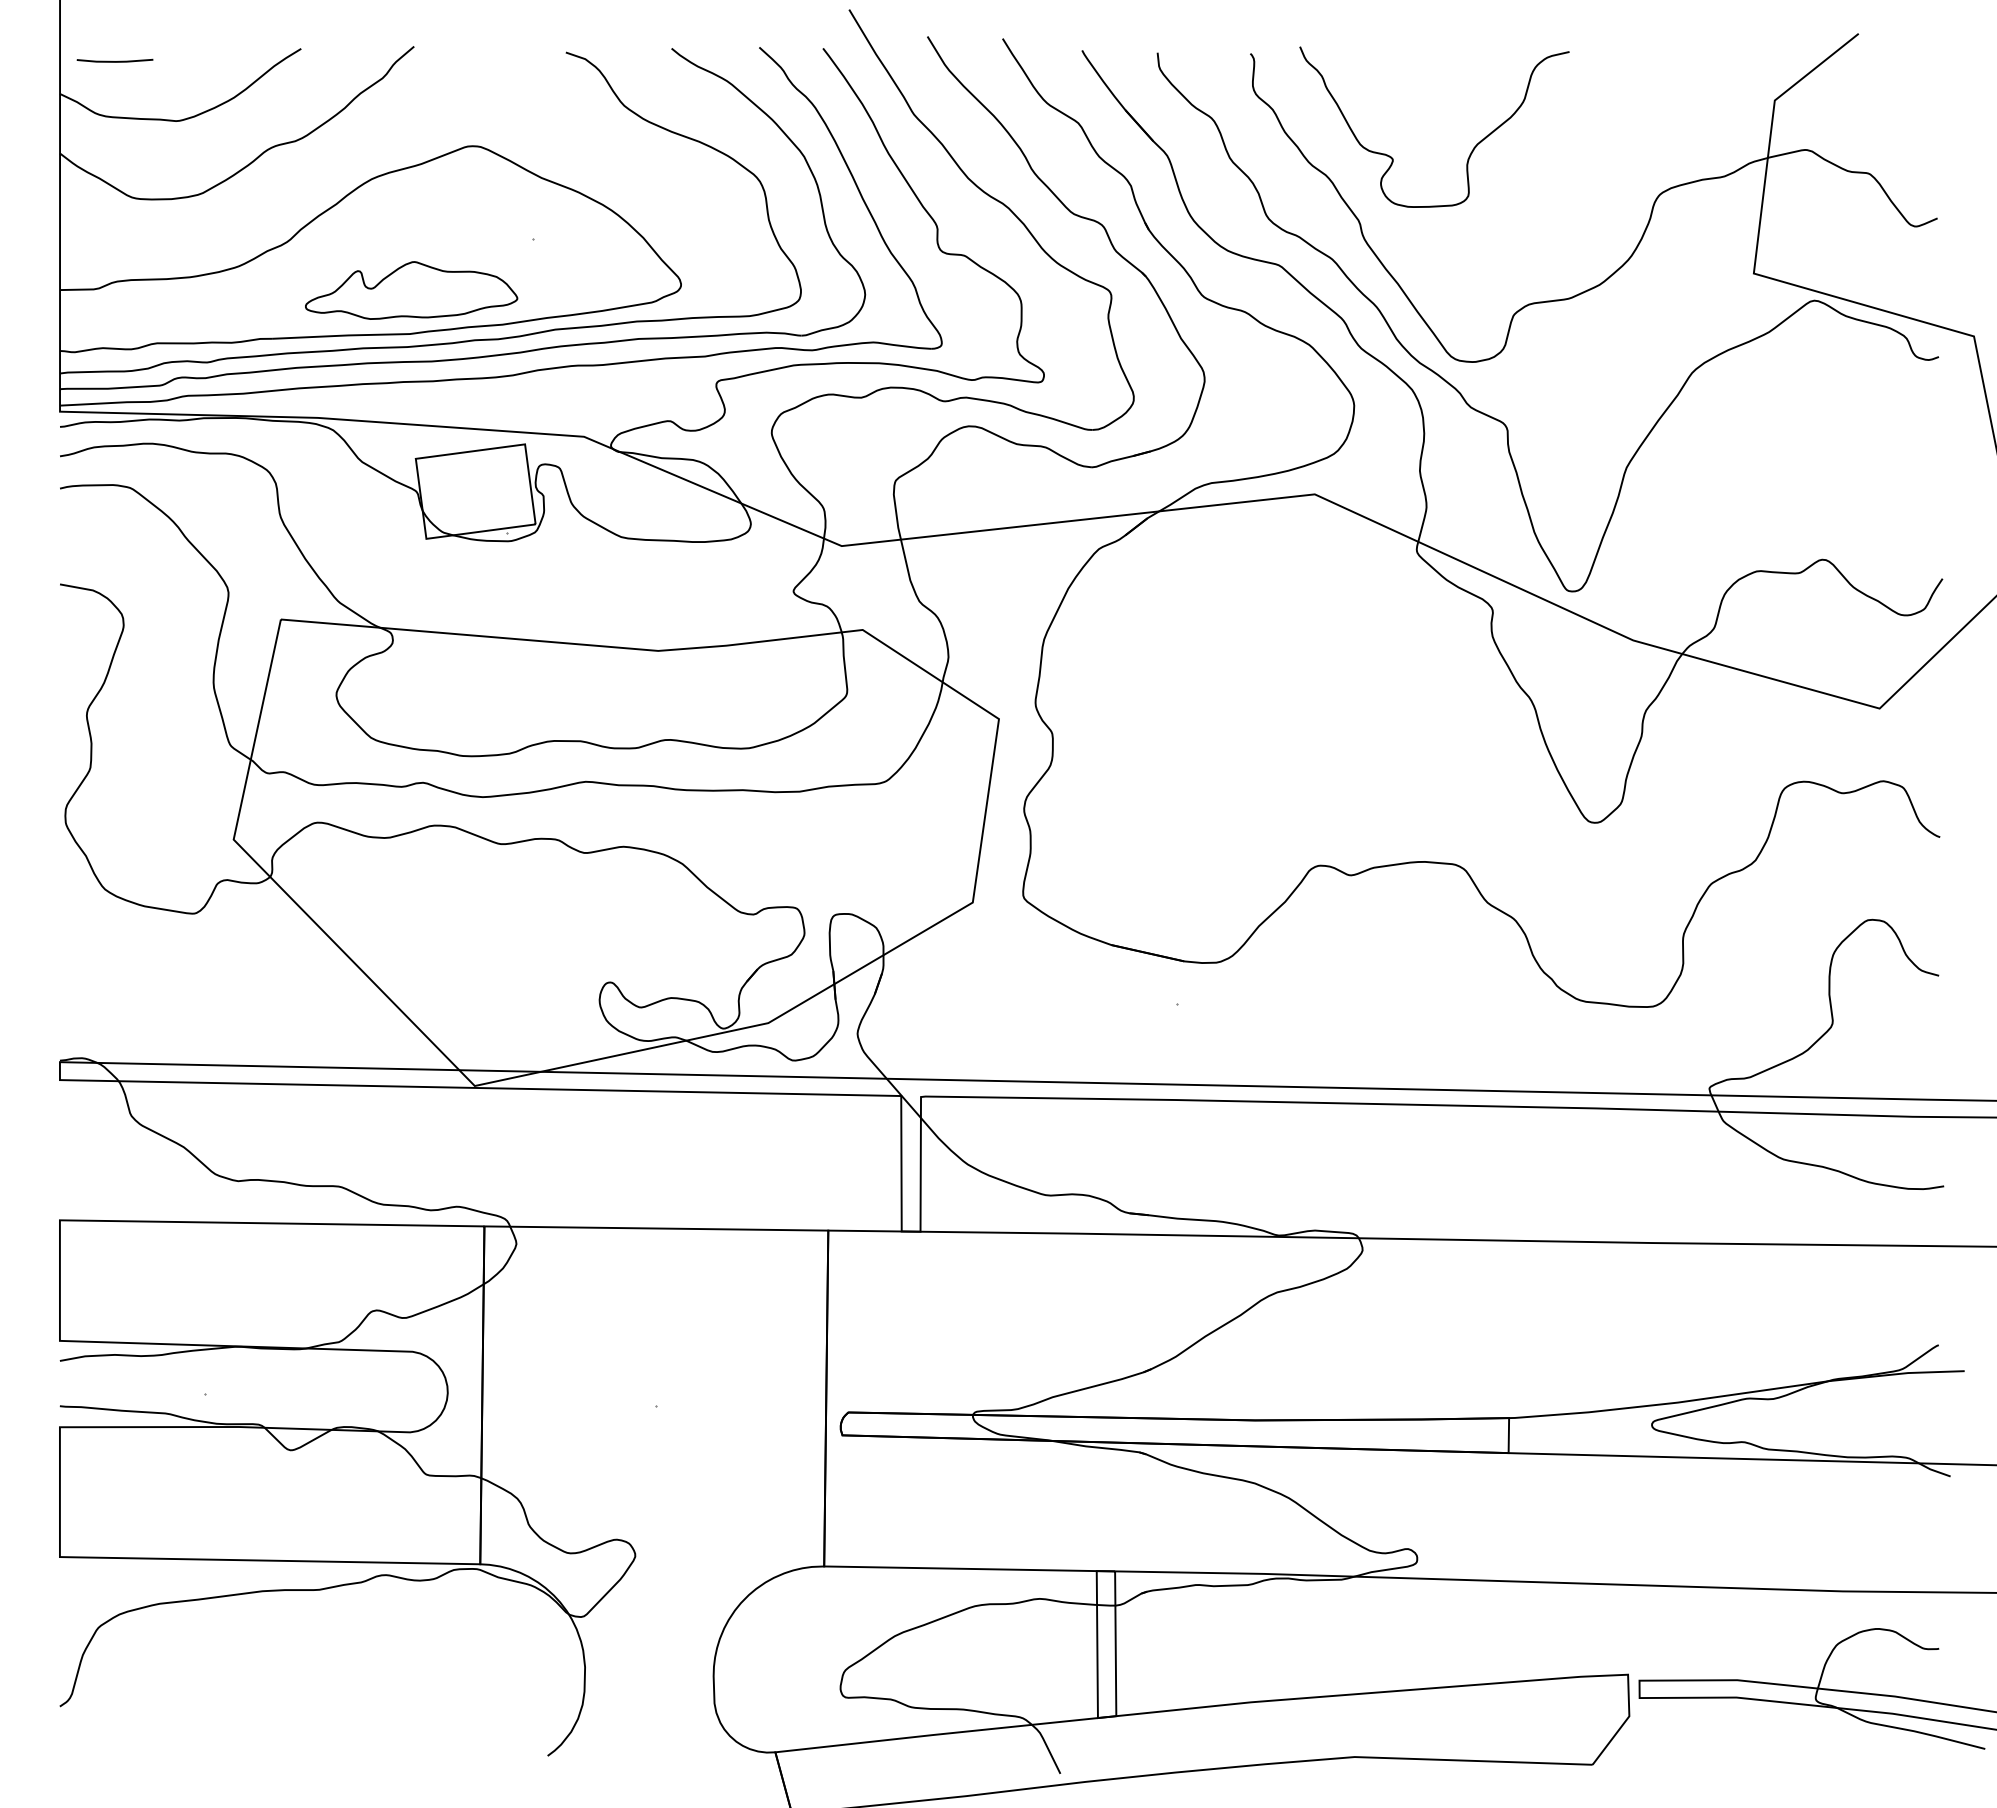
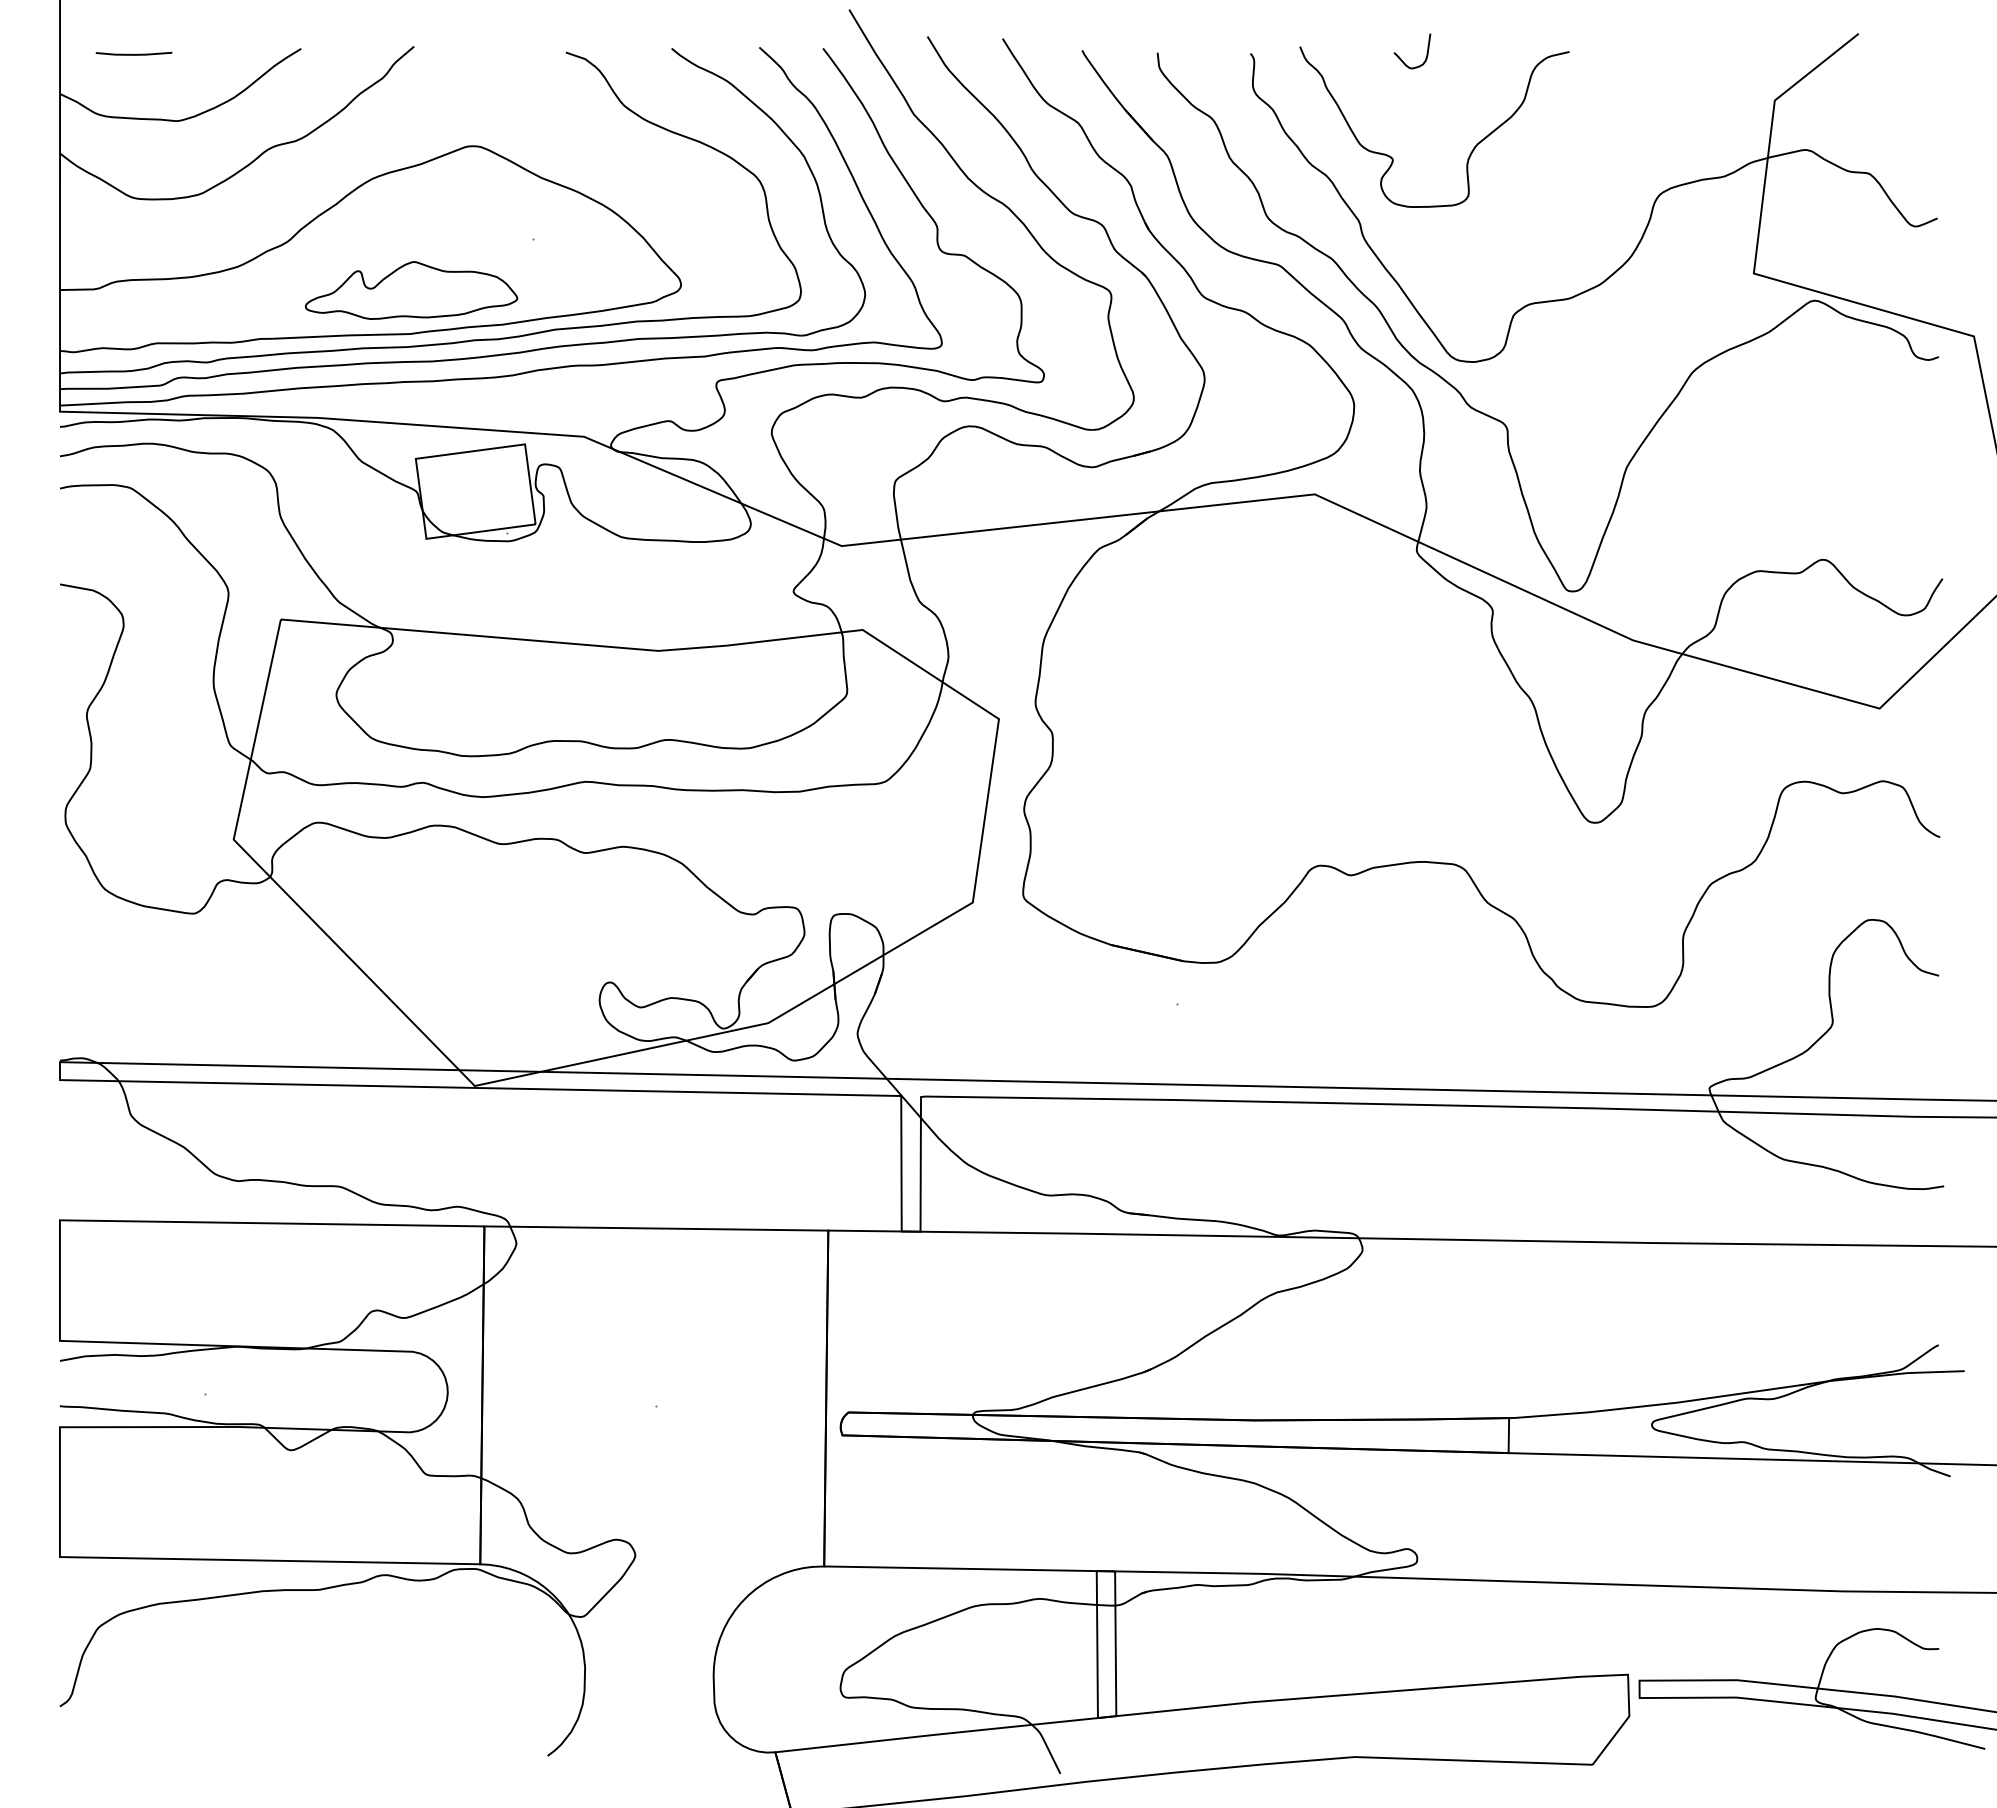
curve at (1401, 58): none -> present
line at (114, 61) position: (114, 61) -> (133, 54)
